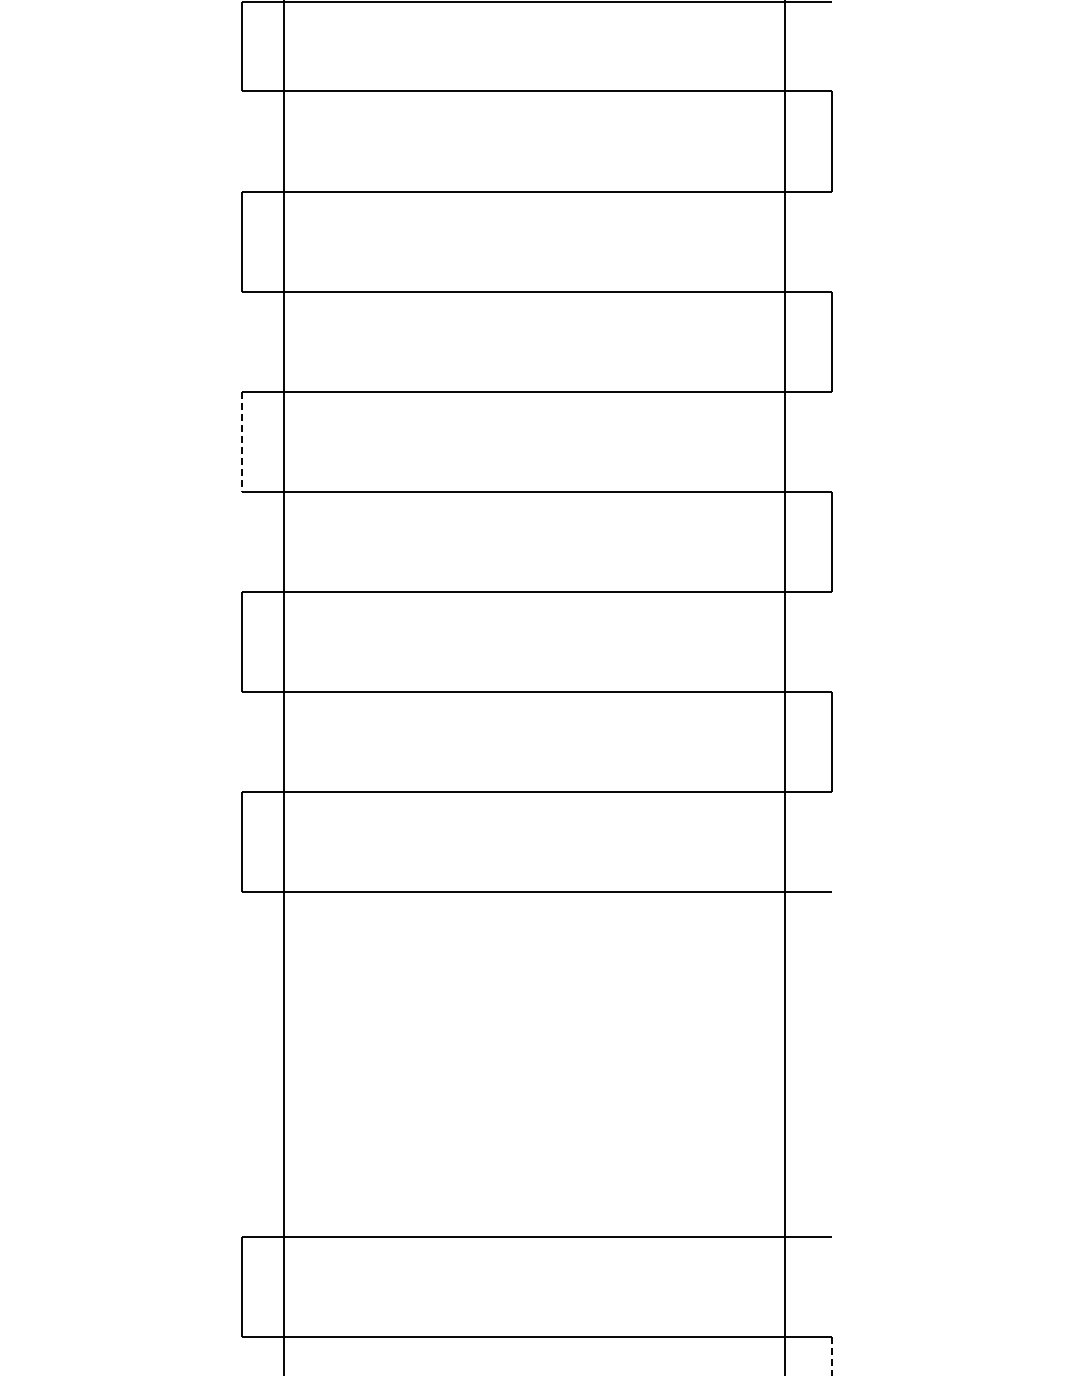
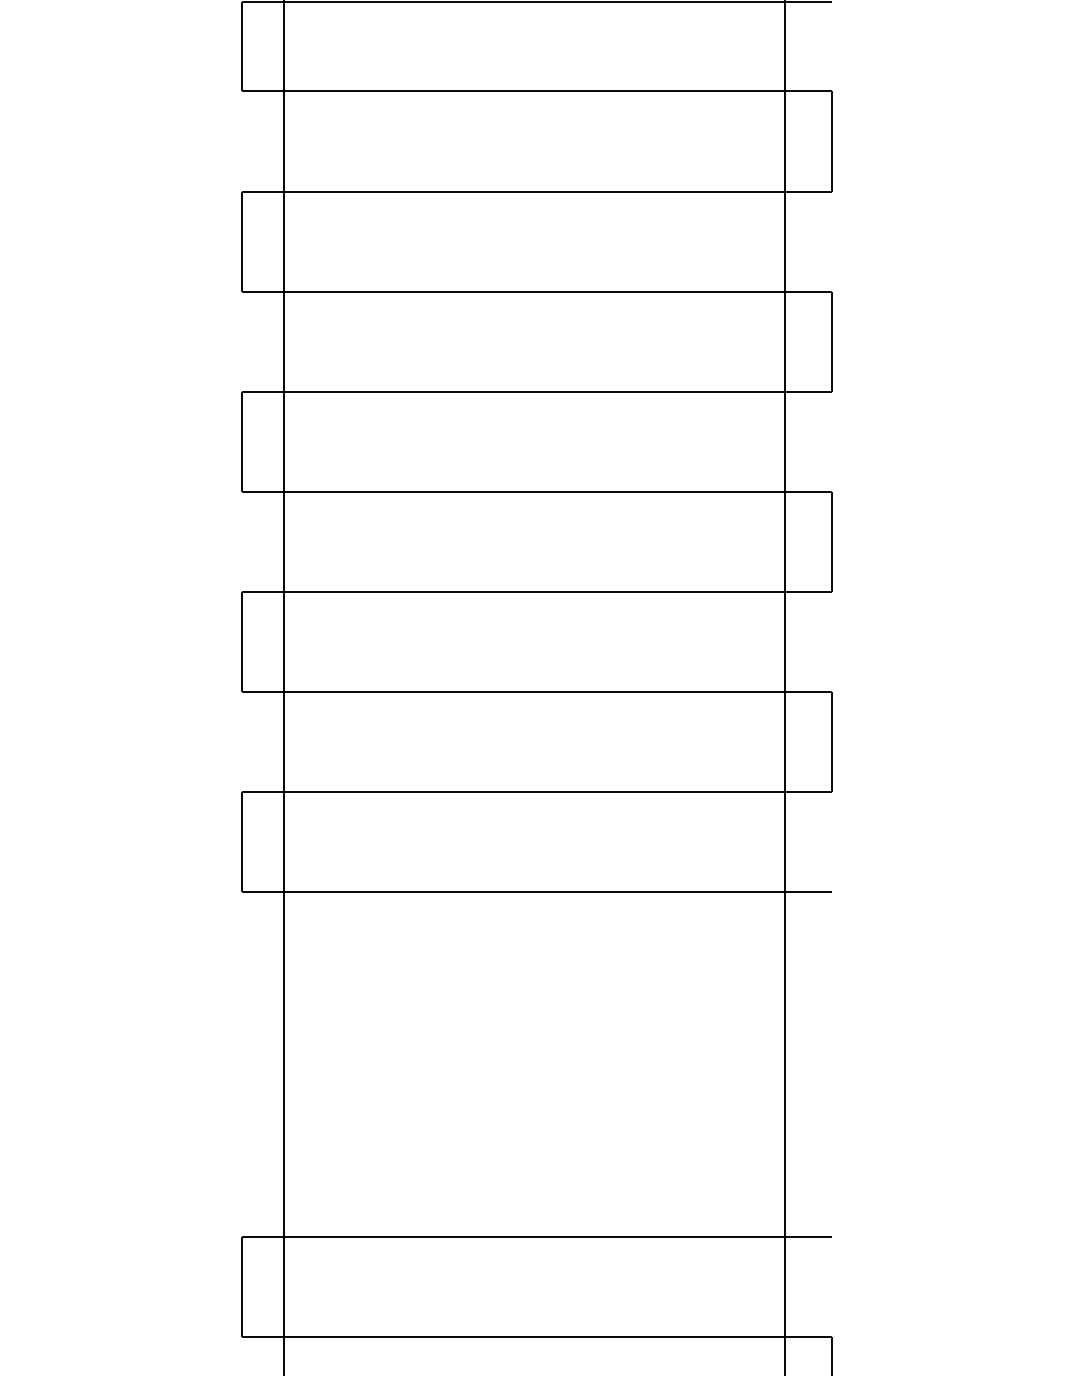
line at (242, 442): dashed -> solid
line at (831, 1356): dashed -> solid
